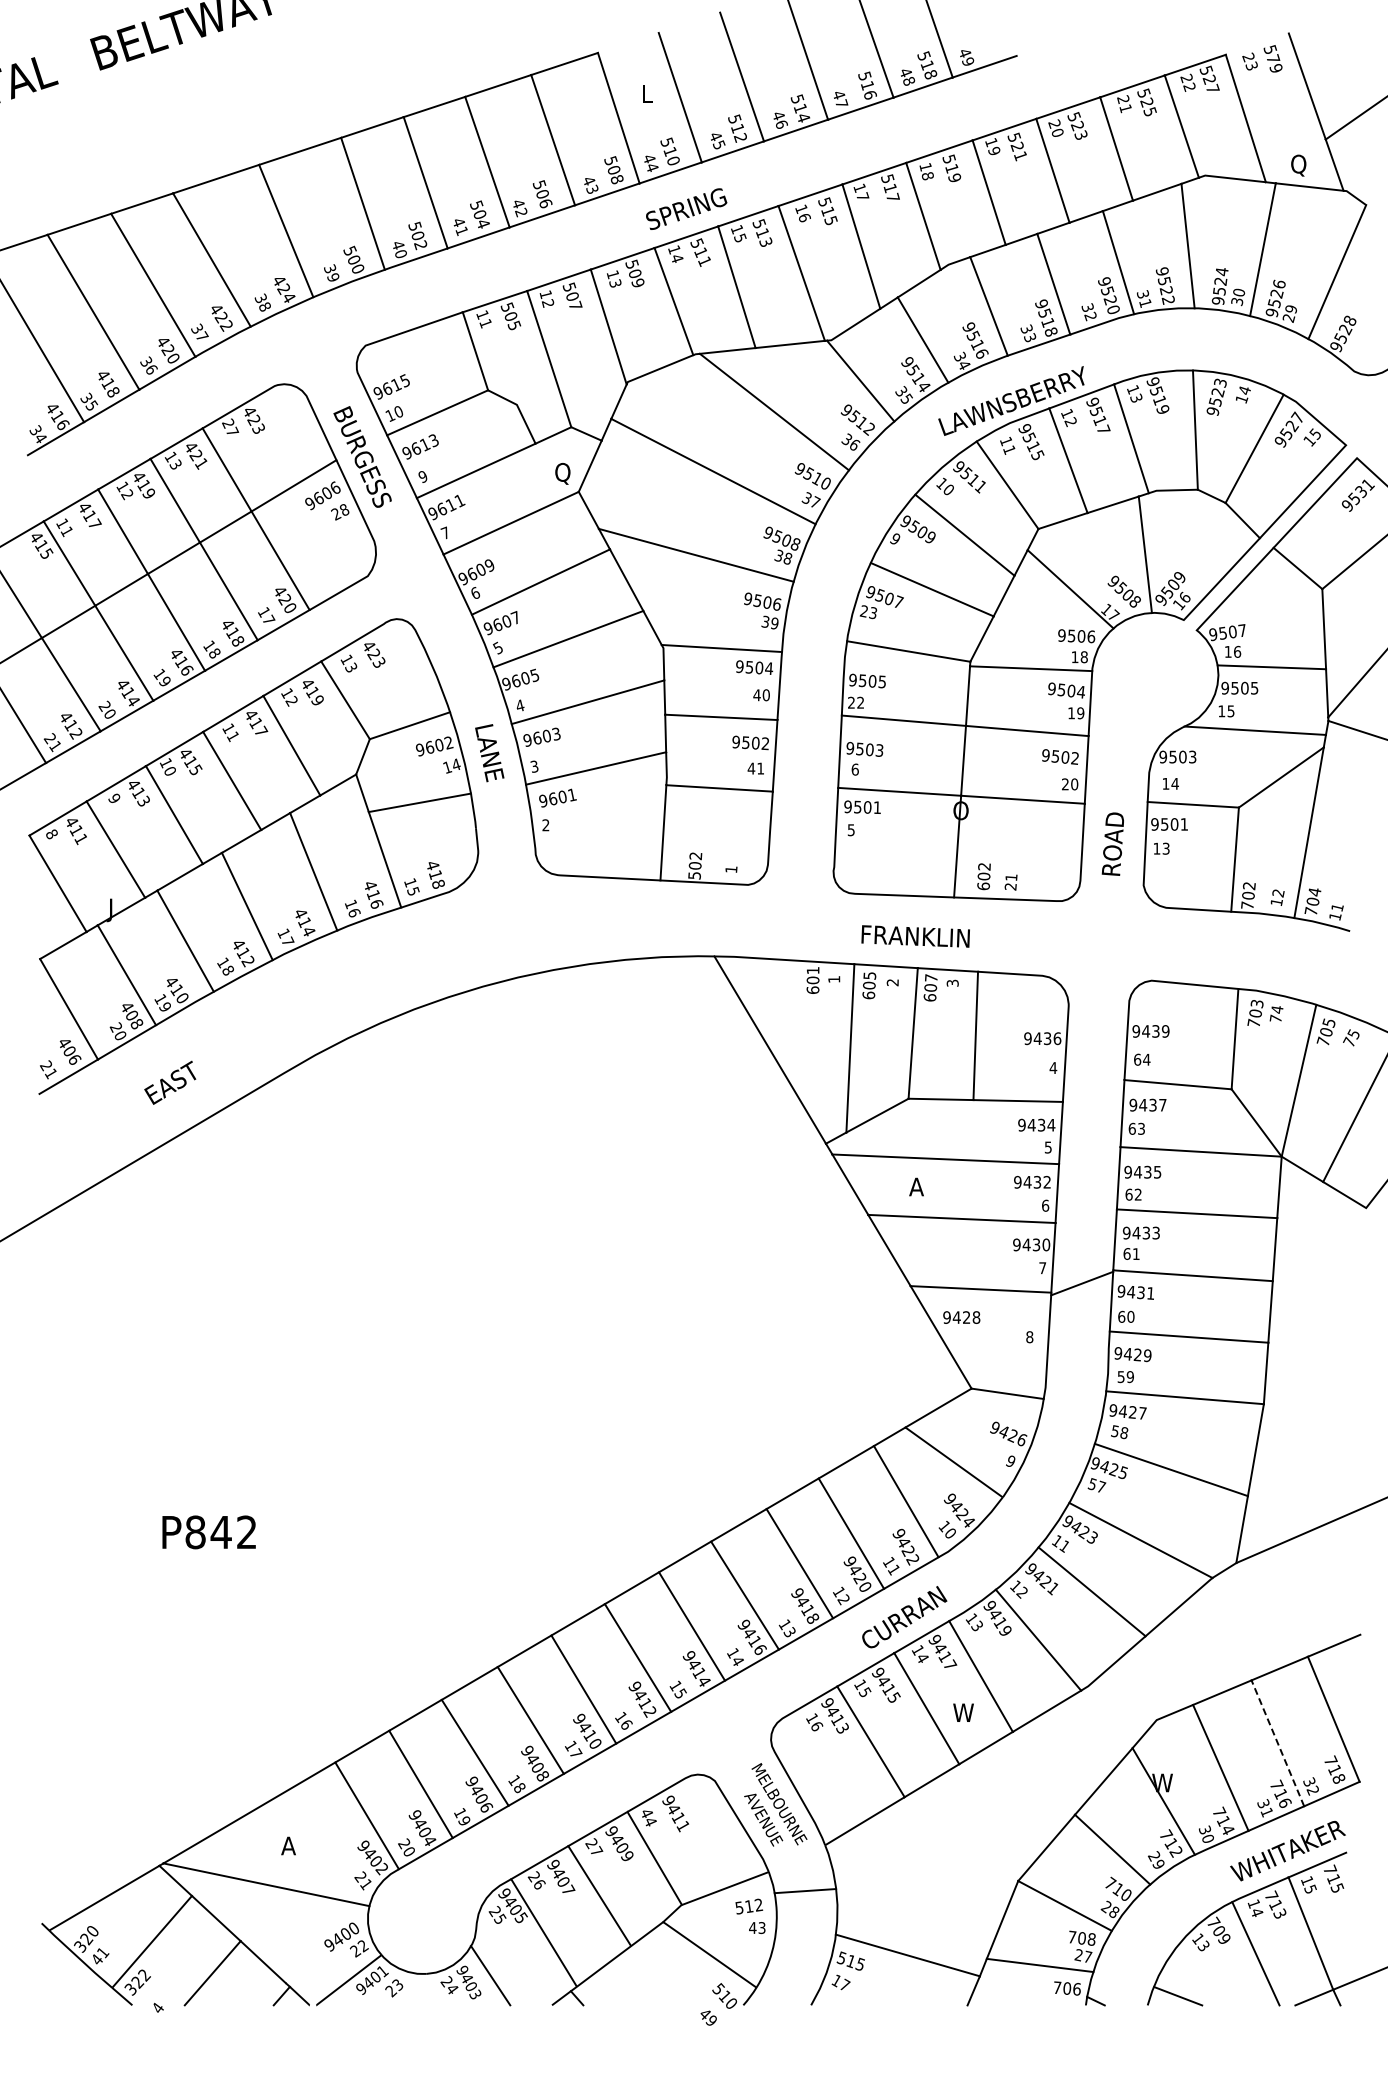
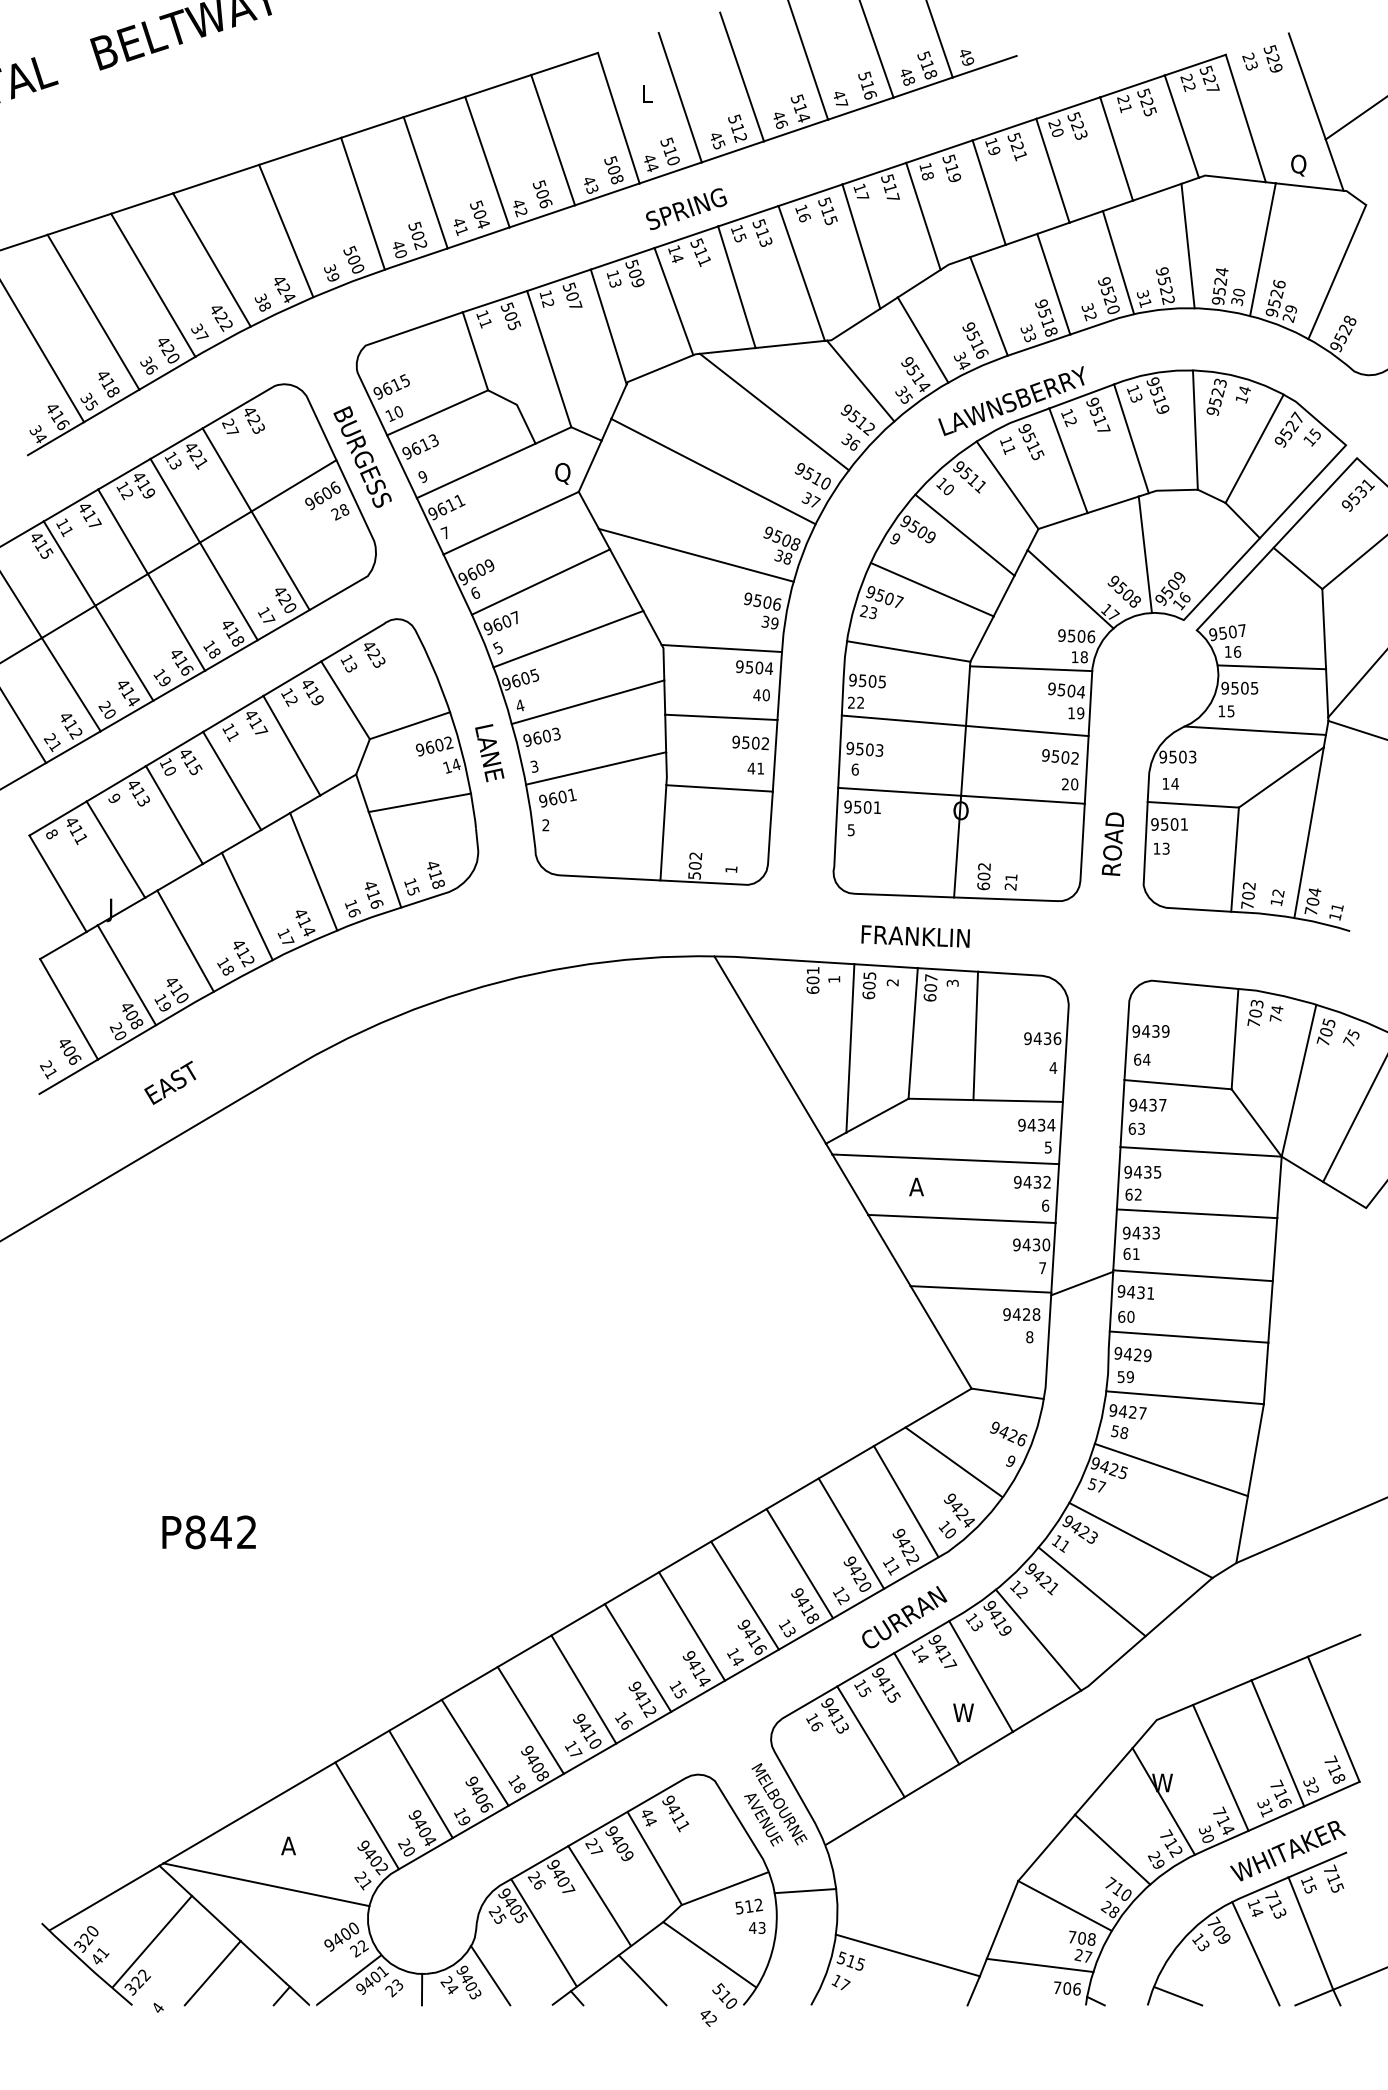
text at (1273, 58): 579 -> 529
text at (961, 1317) position: (961, 1317) -> (1021, 1314)
line at (1277, 1742): dashed -> solid
line at (642, 1980): none -> present
line at (421, 1989): none -> present
text at (710, 2020): 49 -> 42
